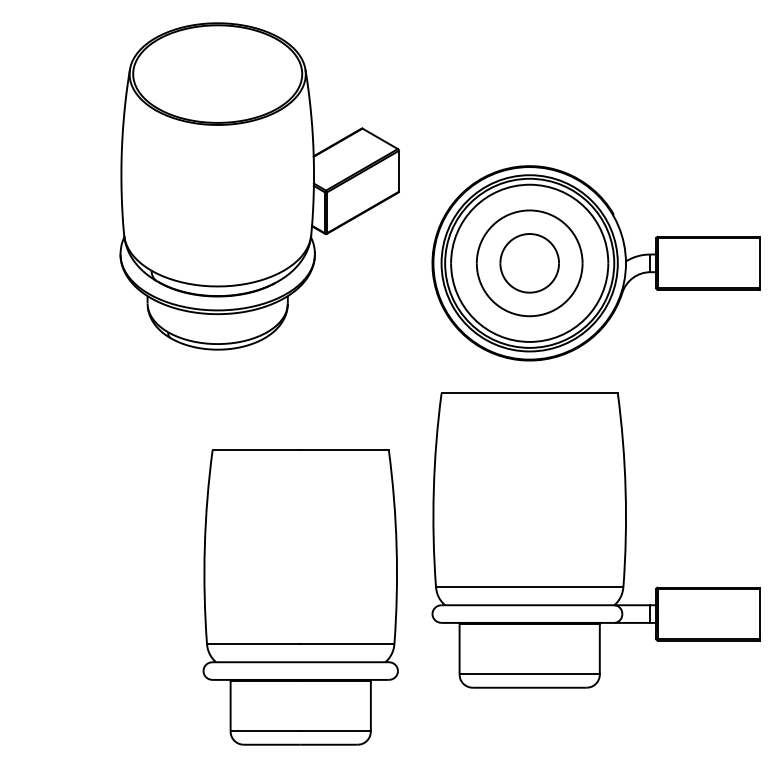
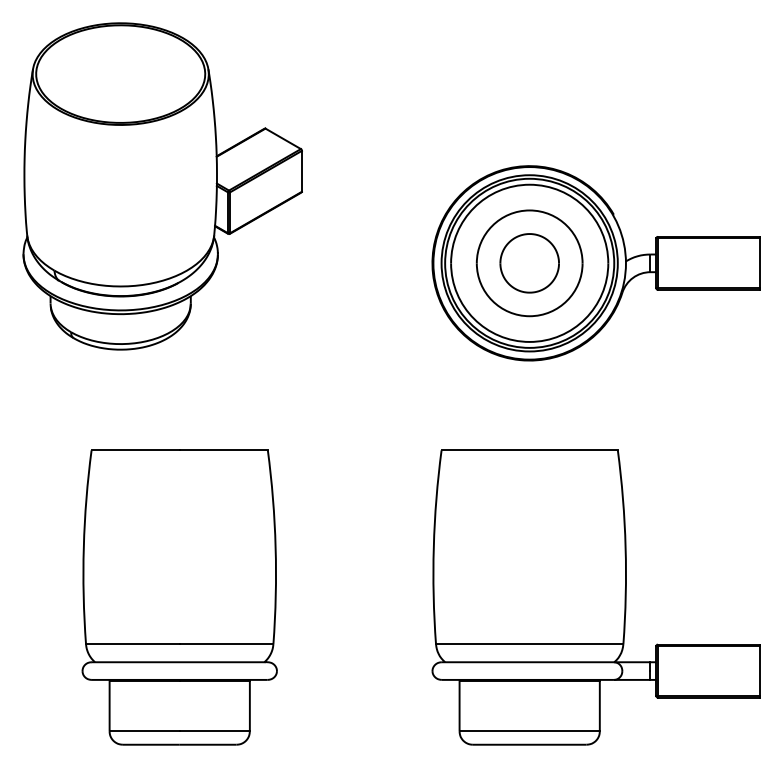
part at (259, 186) position: (259, 186) -> (162, 186)
part at (595, 540) position: (595, 540) -> (595, 597)
part at (300, 597) position: (300, 597) -> (179, 597)
